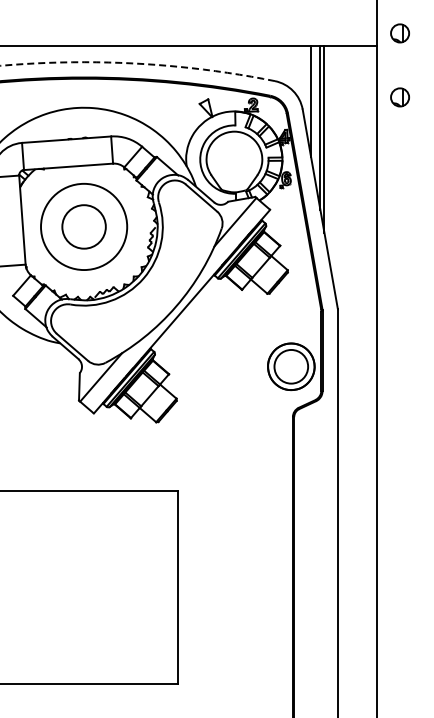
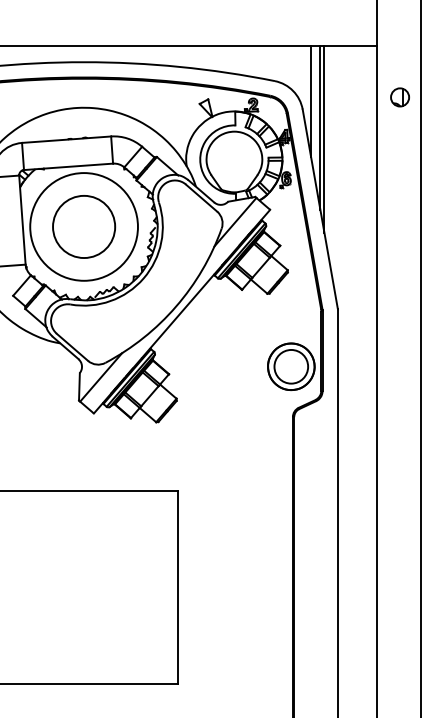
part at (399, 33): present -> none
arc at (139, 63): dashed -> solid
circle at (83, 226) diameter: 44 px -> 62 px
circle at (84, 226) diameter: 86 px -> 108 px
line at (420, 358): none -> present
